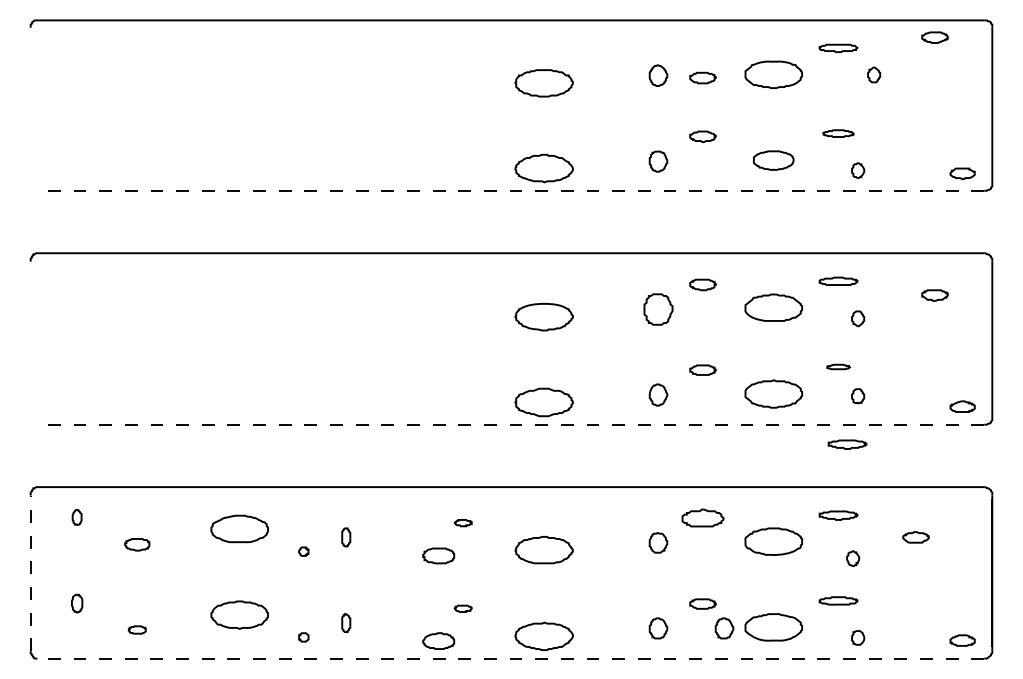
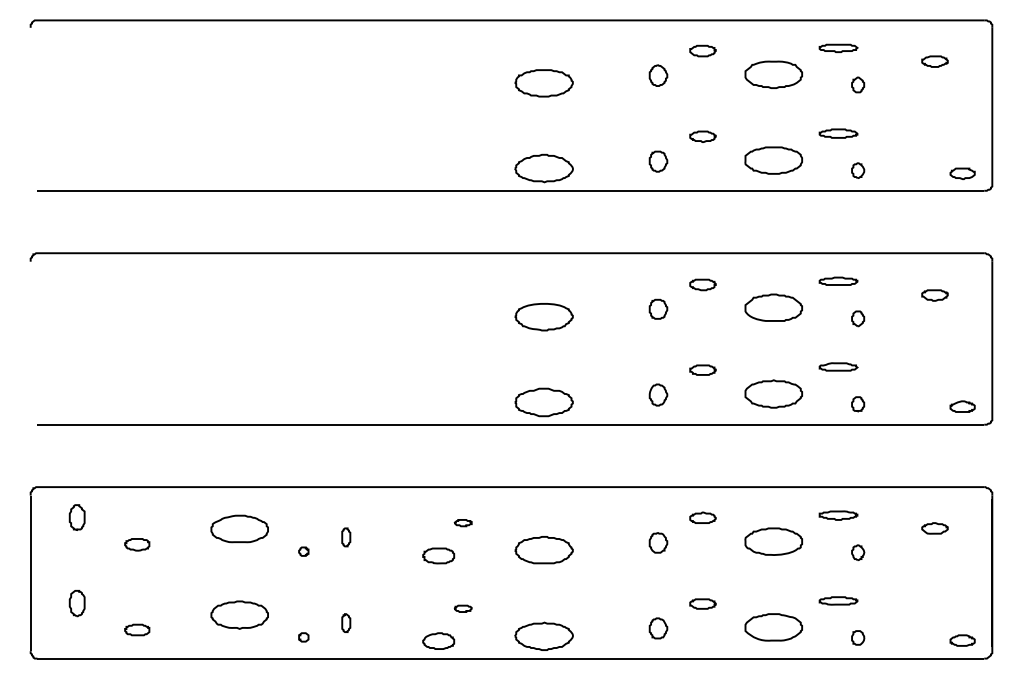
part at (934, 37) position: (934, 37) -> (934, 61)
part at (874, 74) position: (874, 74) -> (858, 84)
part at (702, 77) position: (702, 77) -> (702, 50)
part at (838, 133) size: 33x9 px -> 41x11 px
part at (773, 160) size: 42x21 px -> 59x29 px
line at (510, 190): dashed -> solid
part at (658, 309) size: 31x33 px -> 21x22 px
part at (838, 366) size: 26x8 px -> 41x10 px
part at (858, 396) position: (858, 396) -> (858, 404)
line at (510, 424): dashed -> solid
part at (847, 444): present -> none
part at (76, 517) size: 12x17 px -> 18x27 px
part at (702, 517) size: 44x20 px -> 28x13 px
part at (915, 537) position: (915, 537) -> (934, 528)
part at (853, 558) position: (853, 558) -> (858, 552)
line at (30, 573): dashed -> solid
part at (77, 603) size: 13x21 px -> 18x28 px
part at (724, 628): present -> none
part at (136, 629) size: 20x10 px -> 27x14 px
line at (510, 658): dashed -> solid
